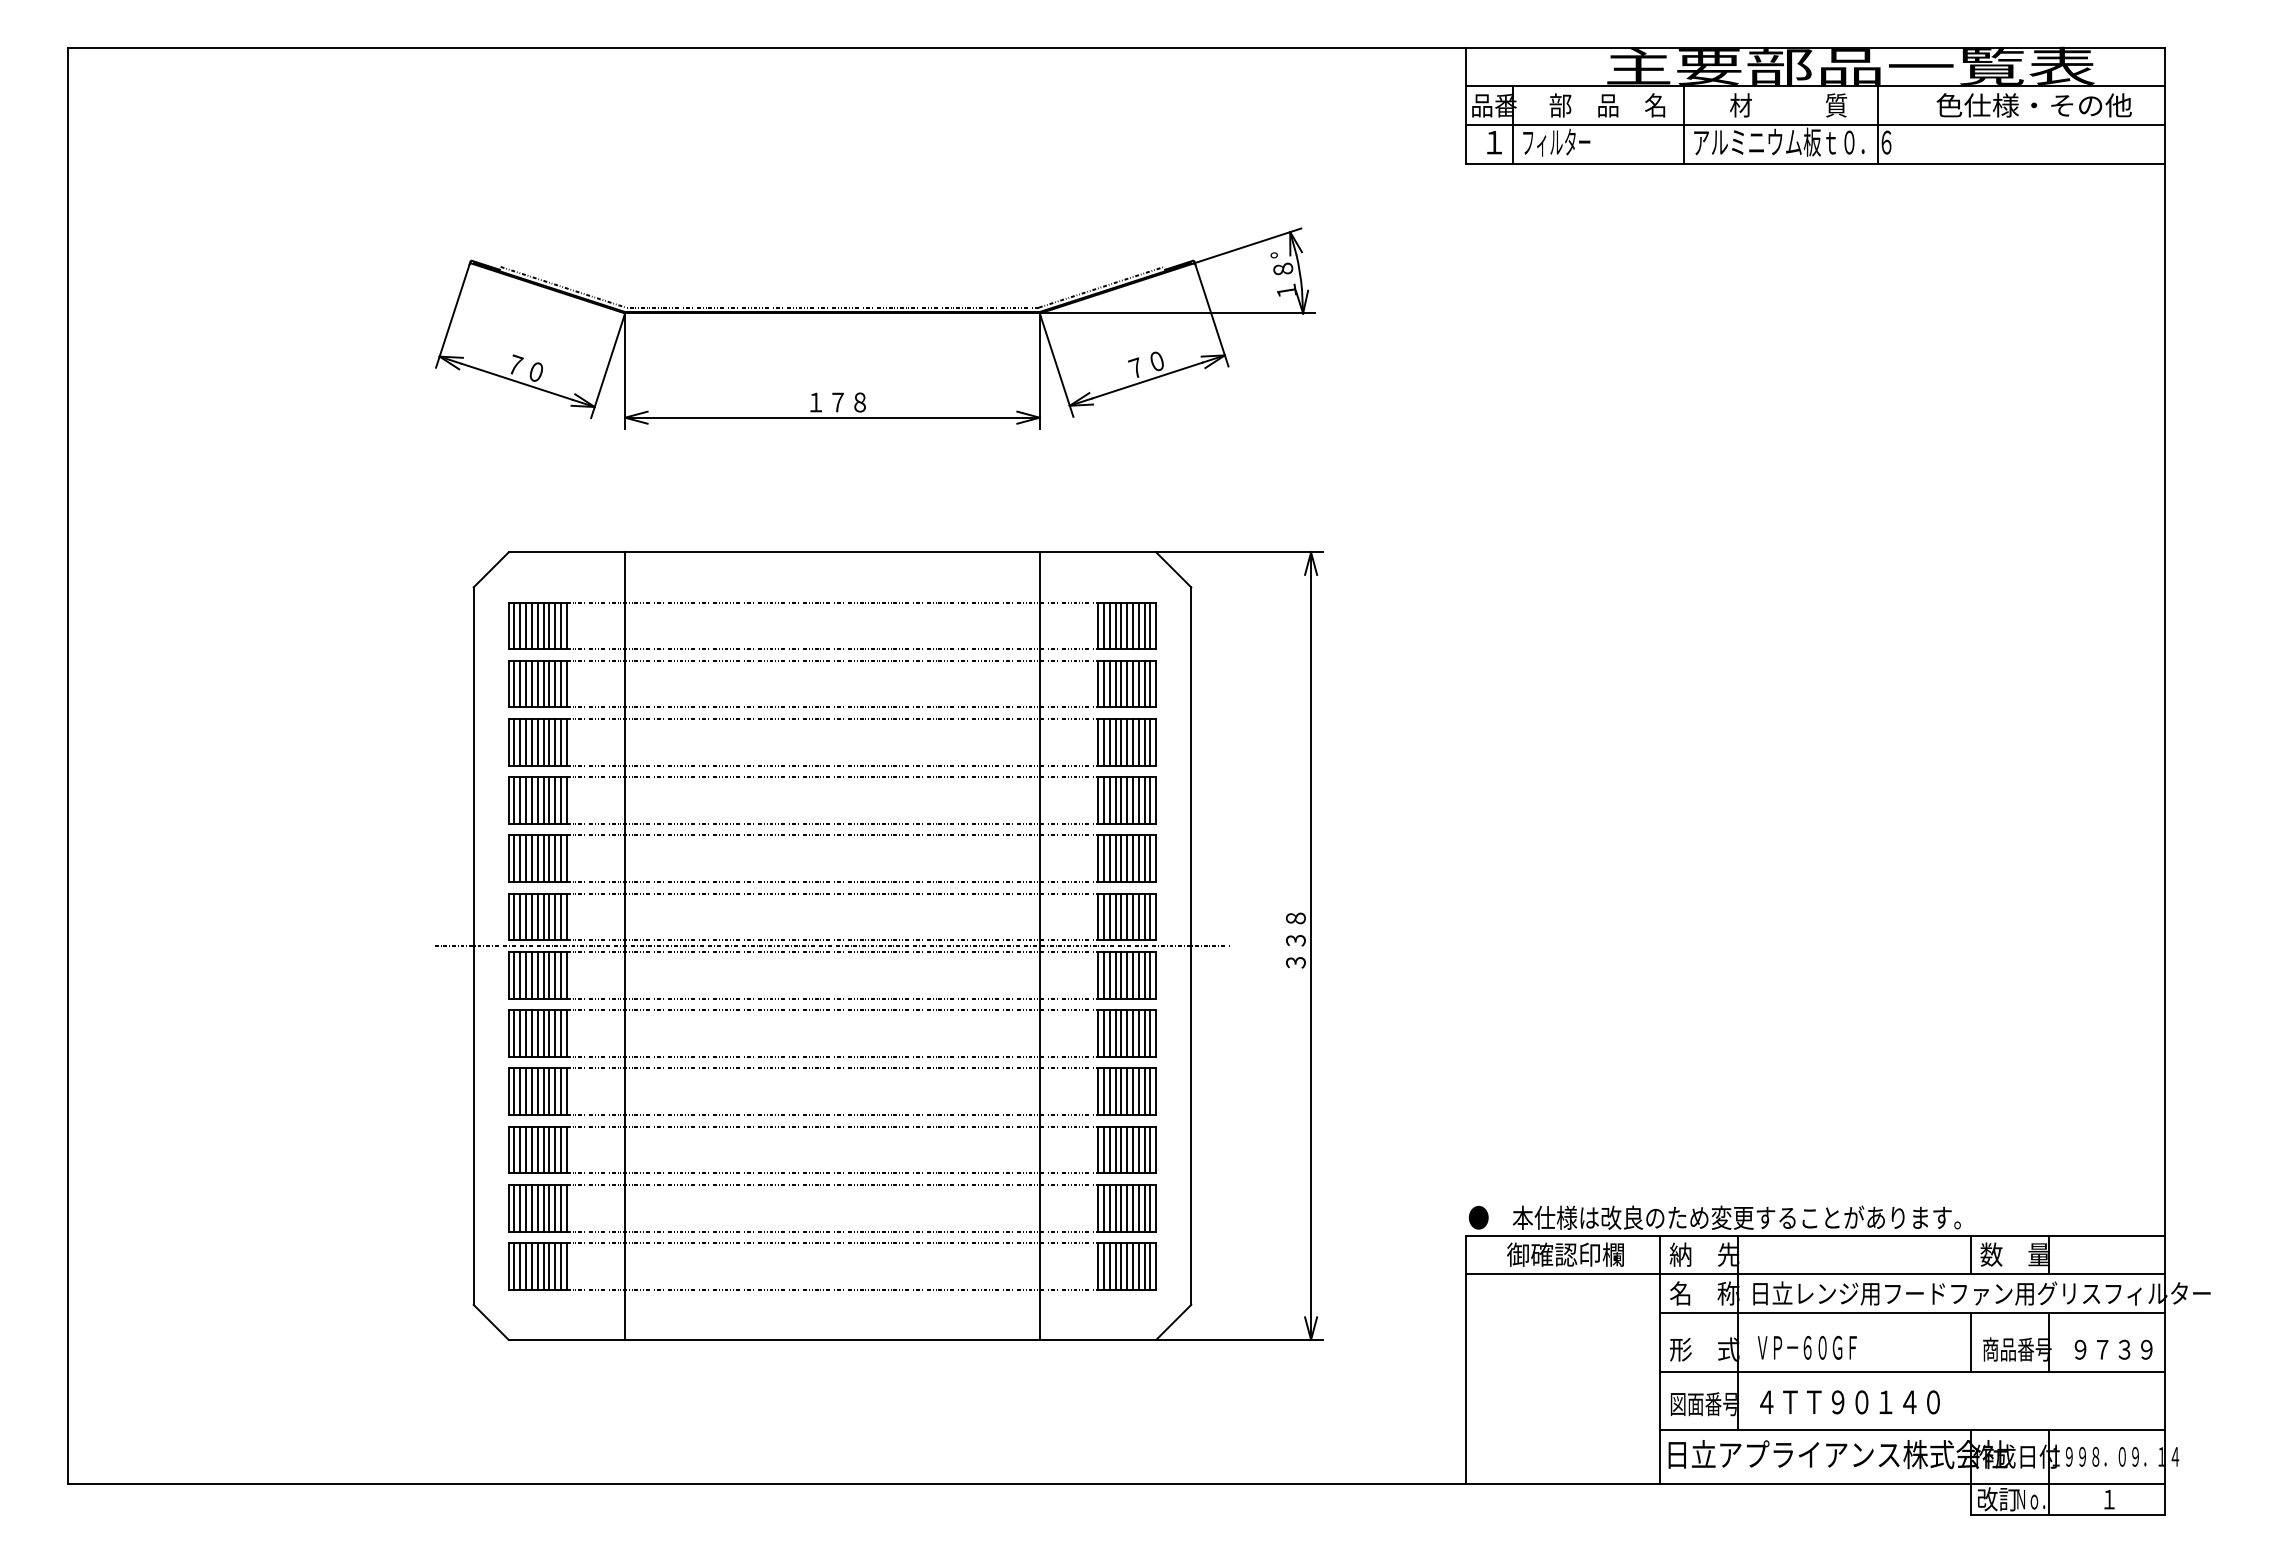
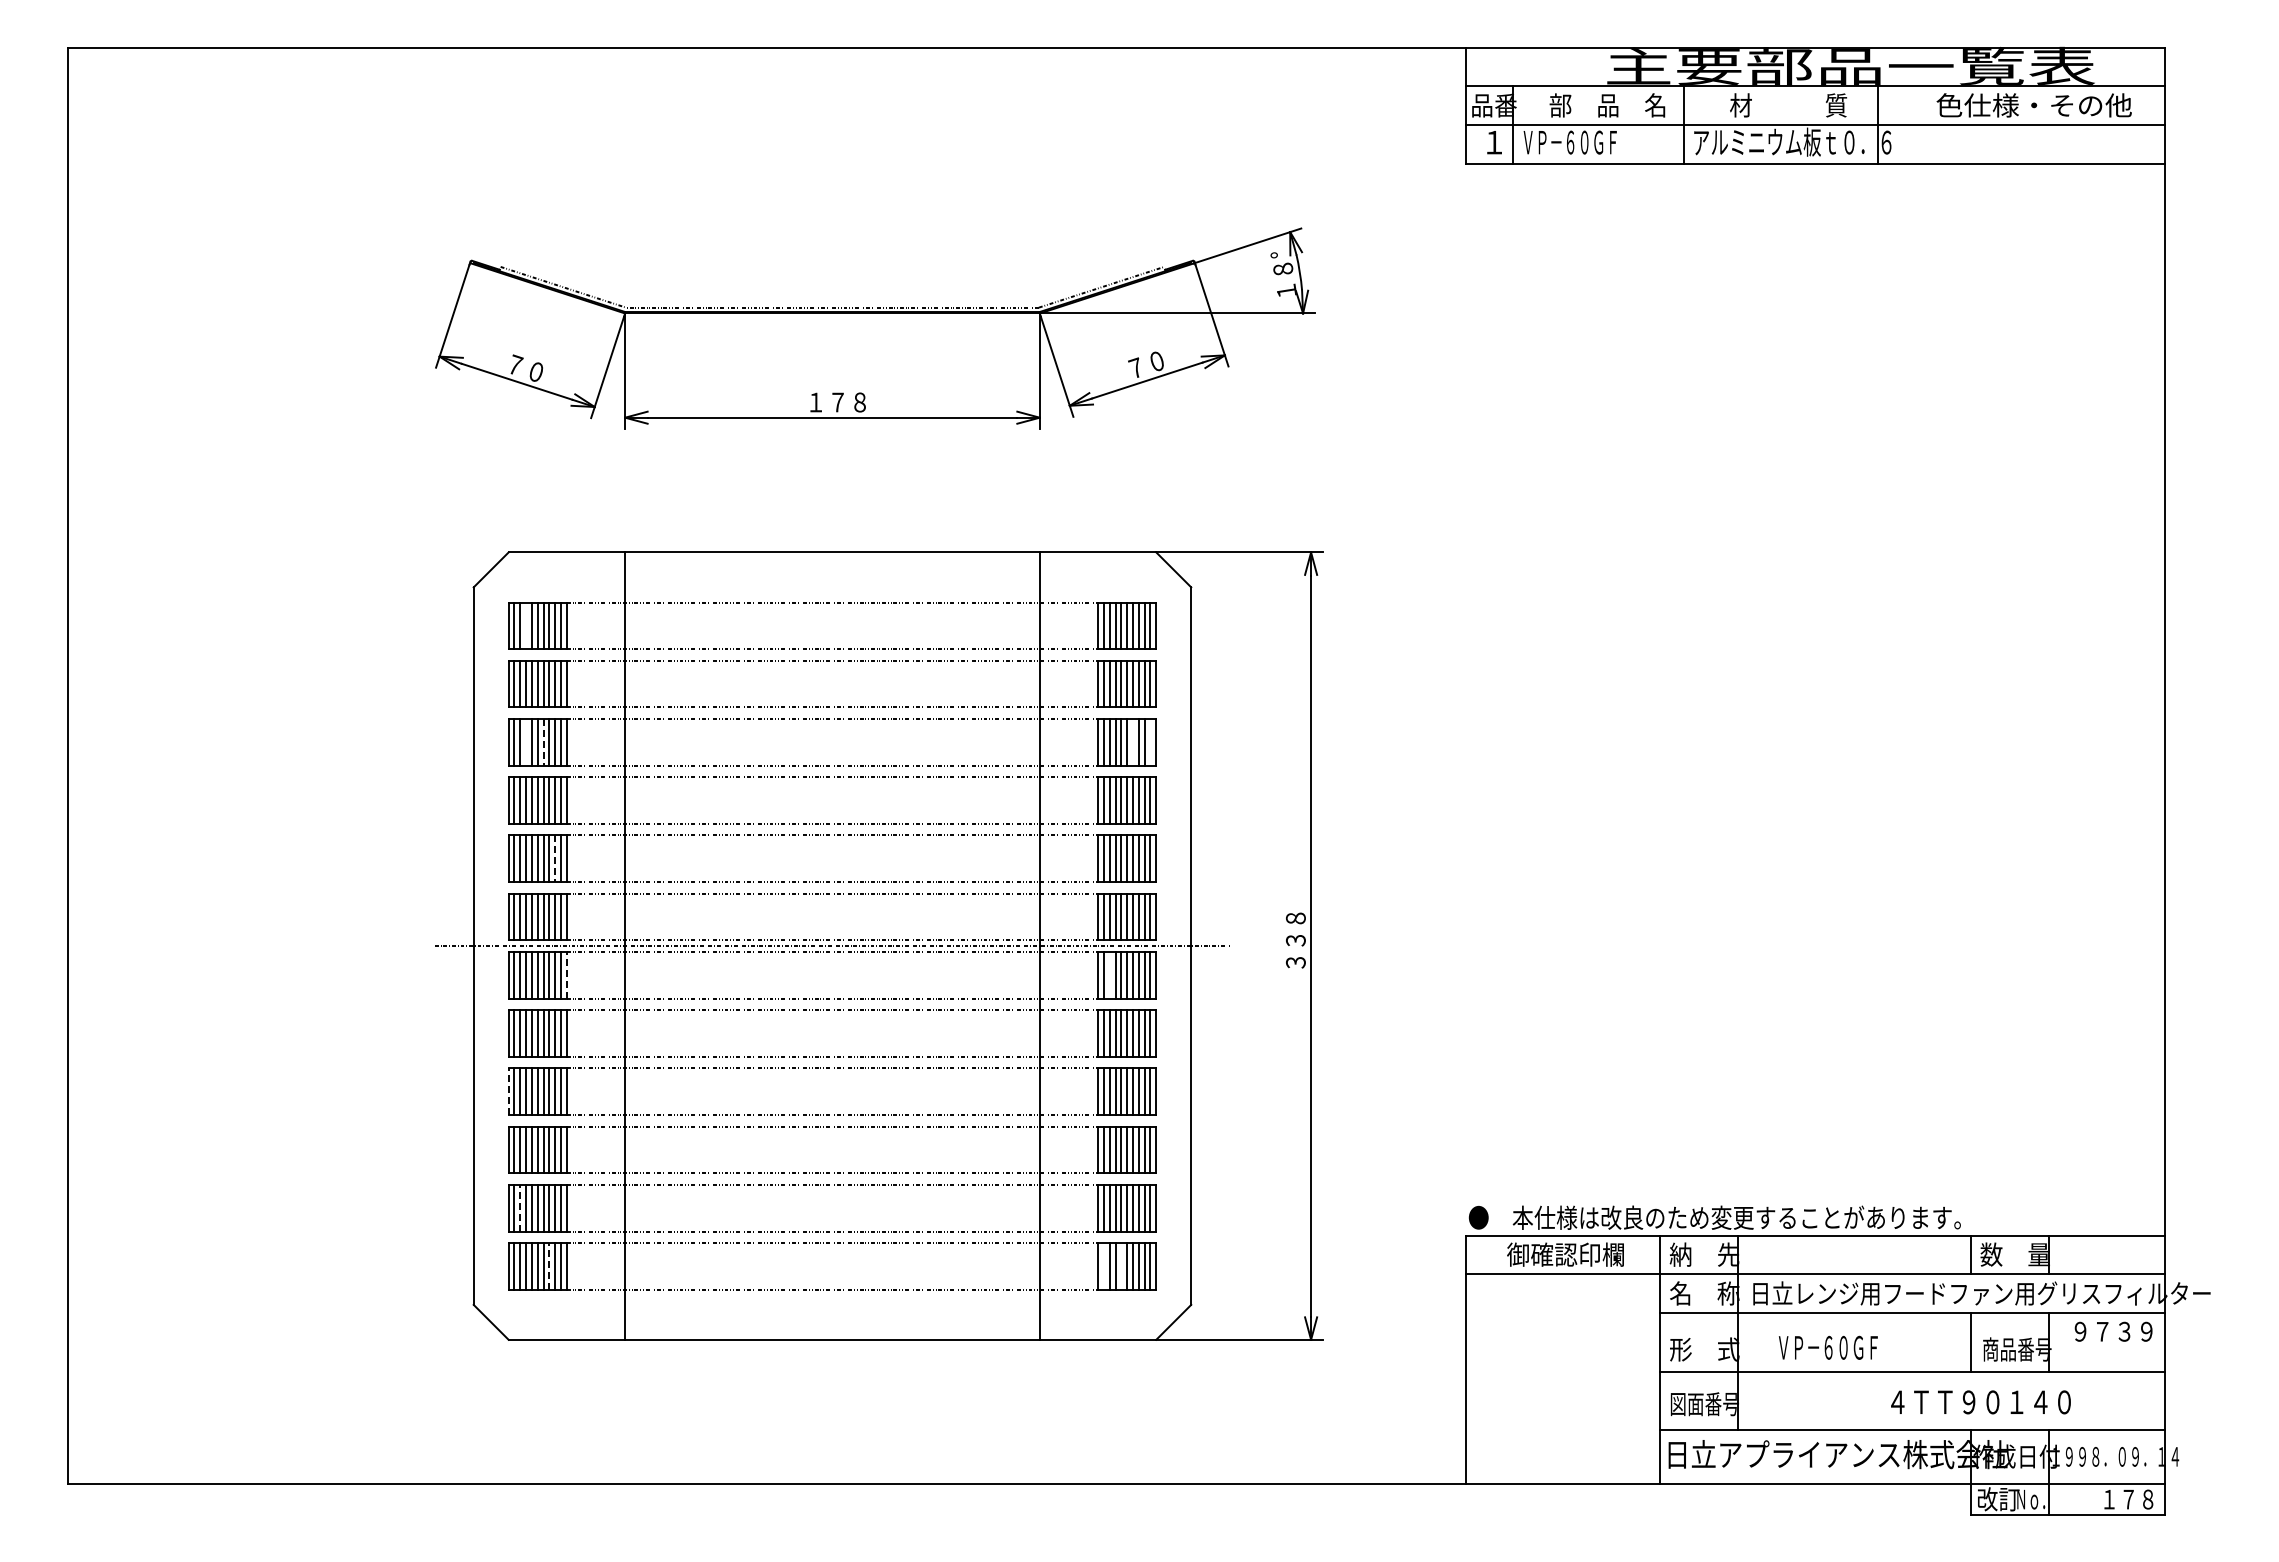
text at (1569, 142): フィルター -> ＶＰ－６０ＧＦ
line at (526, 625): present -> none
line at (526, 741): present -> none
line at (1133, 741): present -> none
line at (1150, 741): present -> none
line at (543, 742): solid -> dashed
line at (555, 859): solid -> dashed
line at (566, 974): solid -> dashed
line at (1109, 974): present -> none
line at (508, 1091): solid -> dashed
line at (520, 1207): solid -> dashed
line at (549, 1265): solid -> dashed
line at (1103, 1266): present -> none
line at (1121, 1266): present -> none
text at (1807, 1347) position: (1807, 1347) -> (1828, 1347)
text at (2113, 1349) position: (2113, 1349) -> (2113, 1331)
text at (1849, 1402) position: (1849, 1402) -> (1980, 1402)
text at (2138, 1499): １ -> １７８
